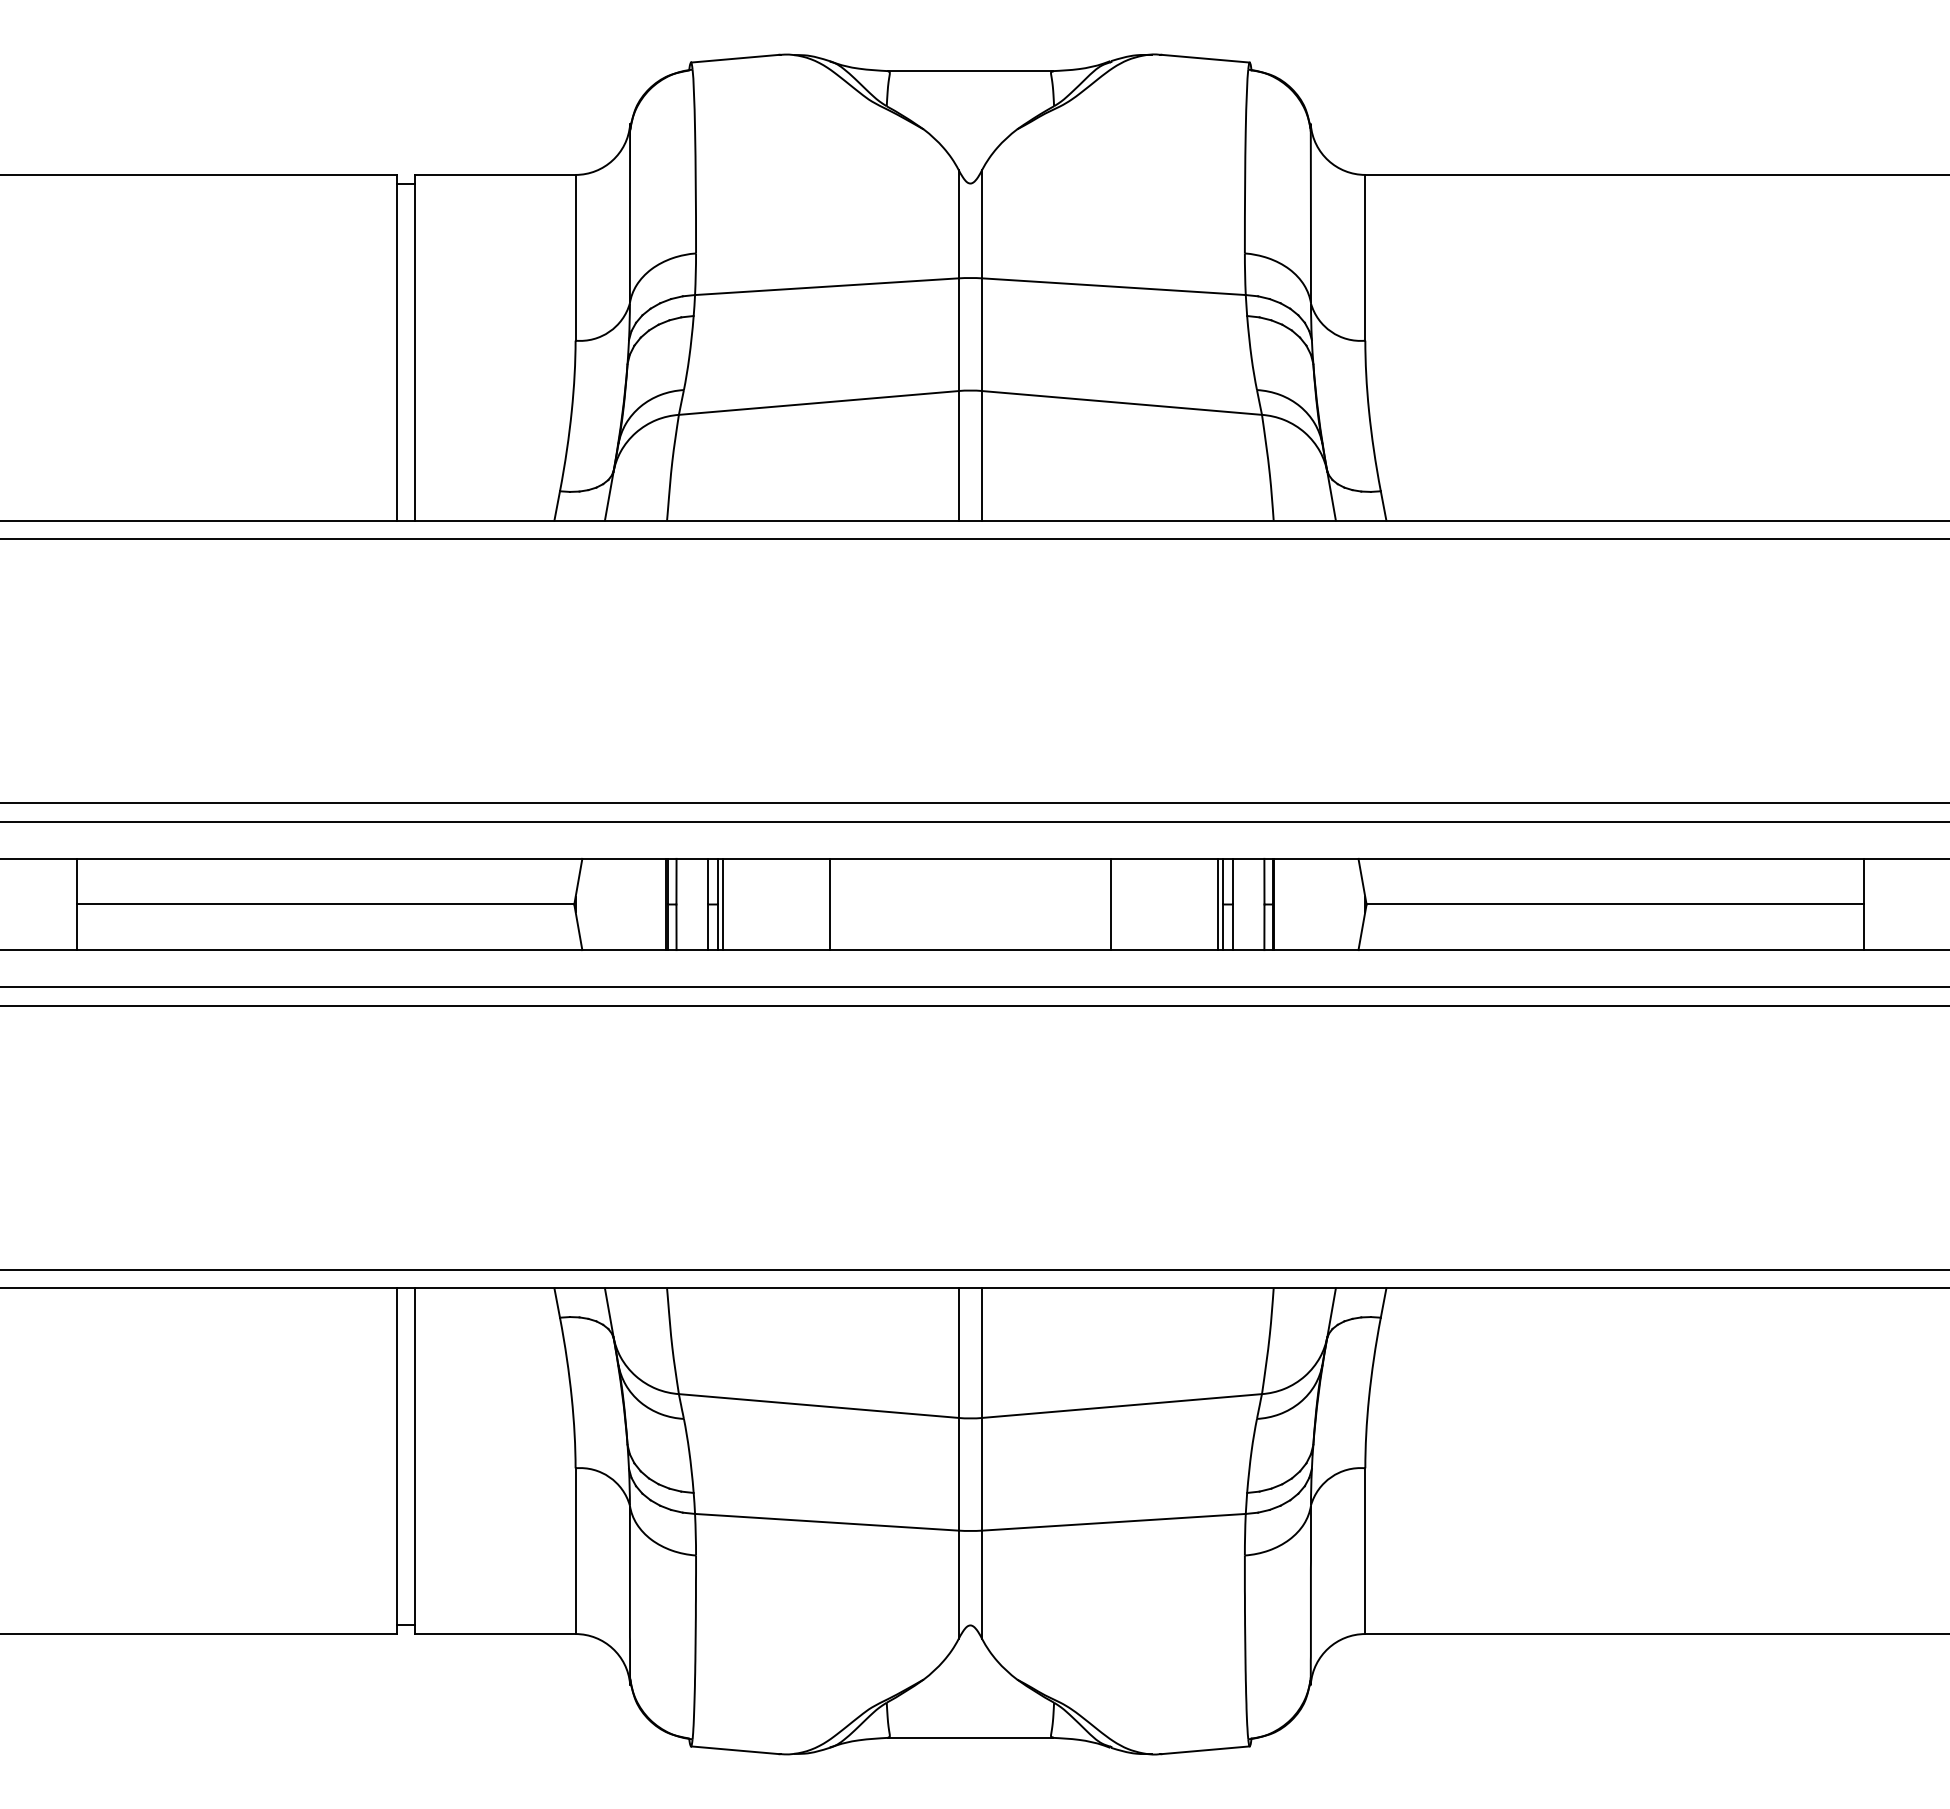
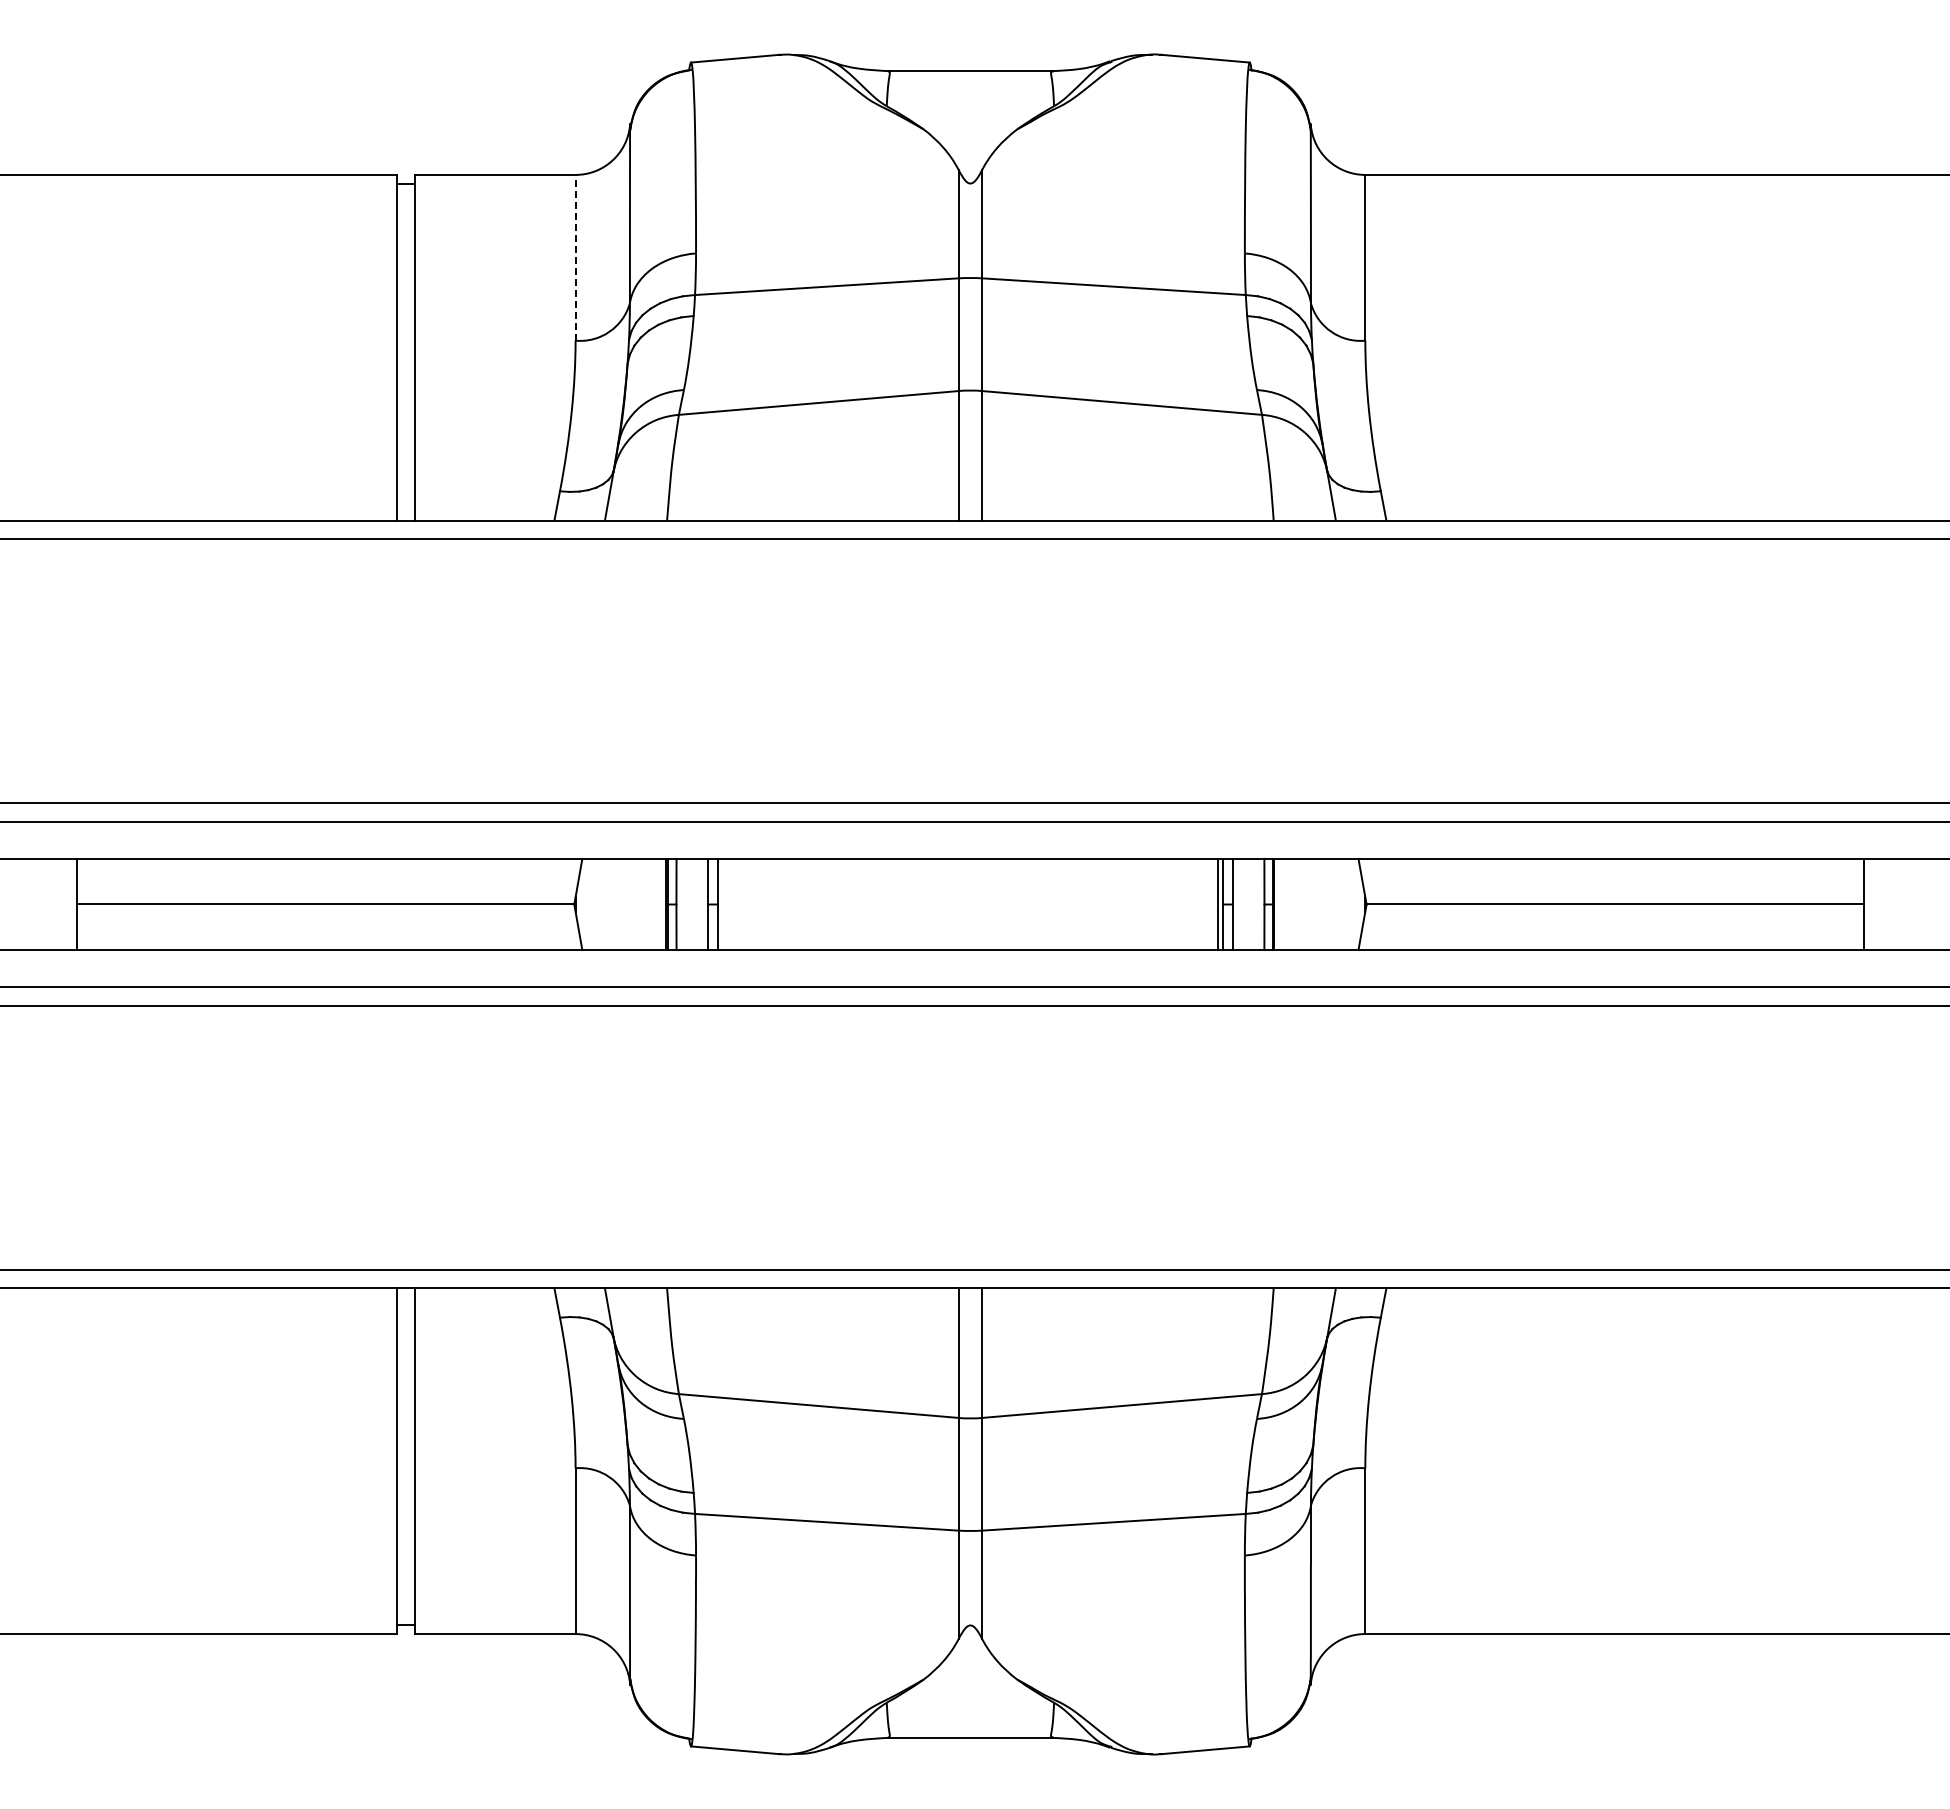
line at (575, 257): solid -> dashed
line at (722, 904): present -> none
line at (829, 904): present -> none
line at (1111, 904): present -> none
